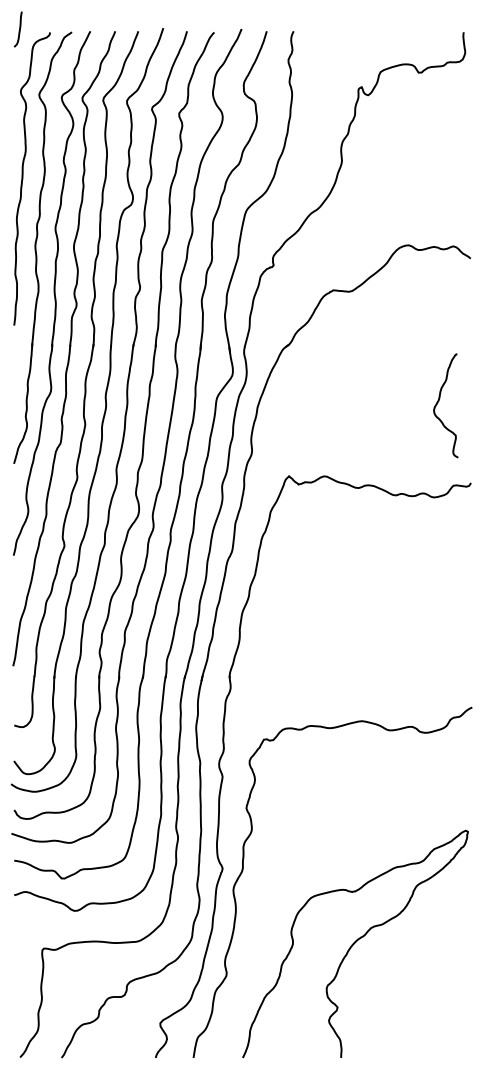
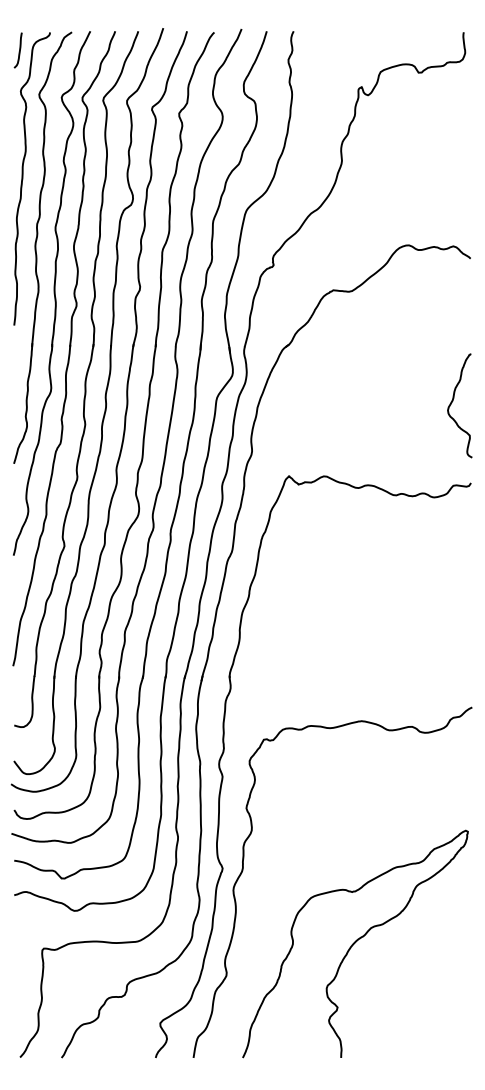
curve at (18, 30) position: (18, 30) -> (18, 51)
curve at (439, 401) position: (439, 401) -> (453, 401)
